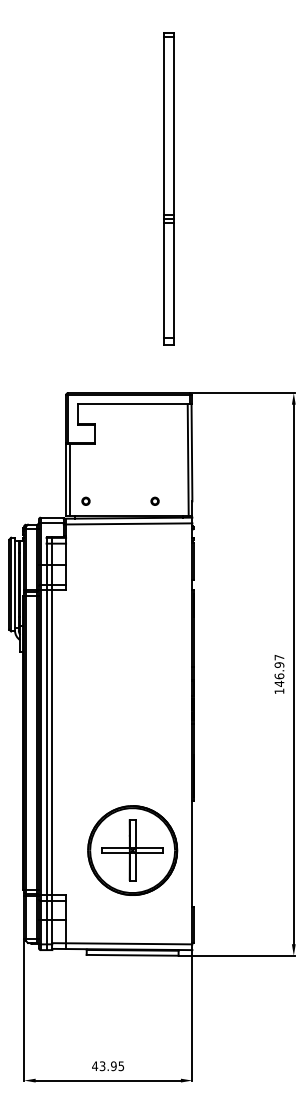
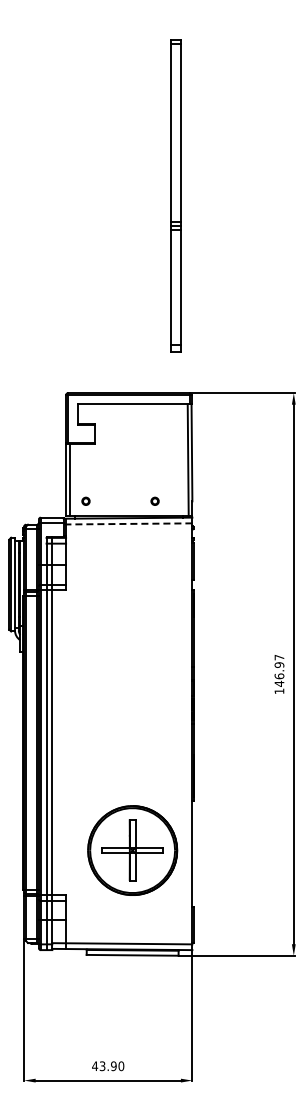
part at (168, 188) position: (168, 188) -> (175, 195)
line at (127, 523): solid -> dashed
text at (121, 1066): 43.95 -> 43.90
